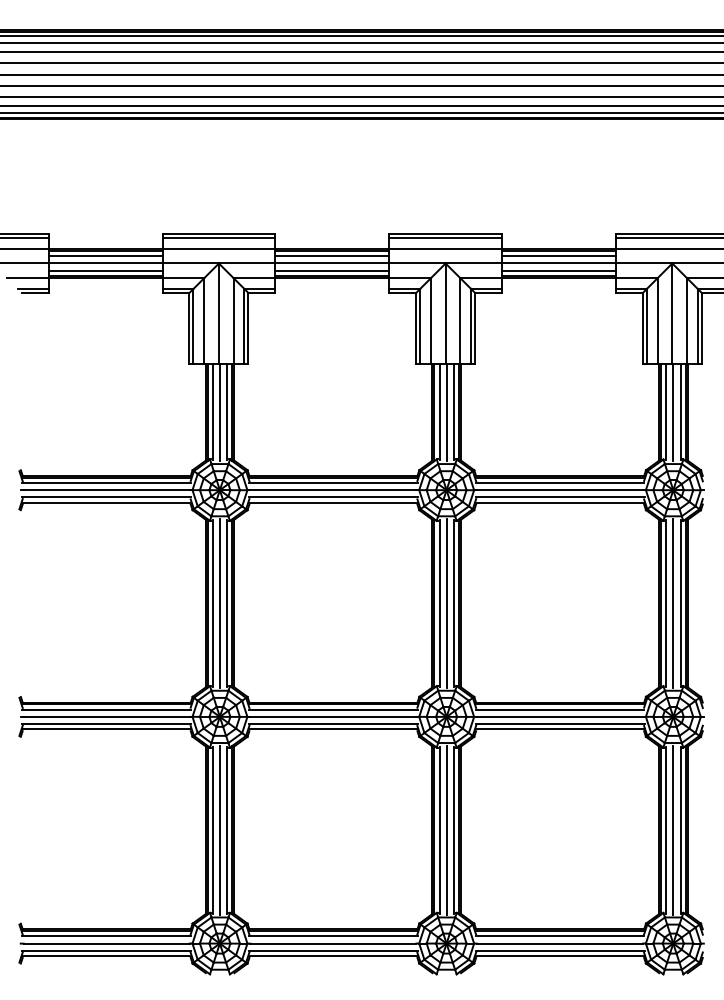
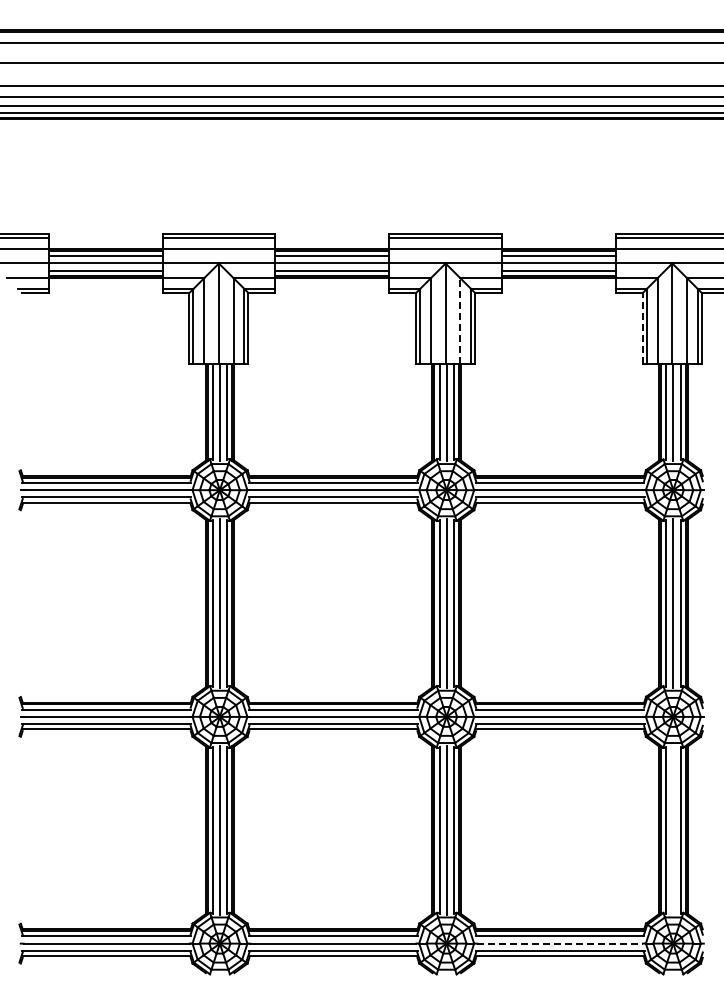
line at (361, 35): present -> none
line at (361, 52): present -> none
line at (361, 74): present -> none
line at (460, 320): solid -> dashed
line at (642, 327): solid -> dashed
line at (673, 829): present -> none
line at (560, 943): solid -> dashed
